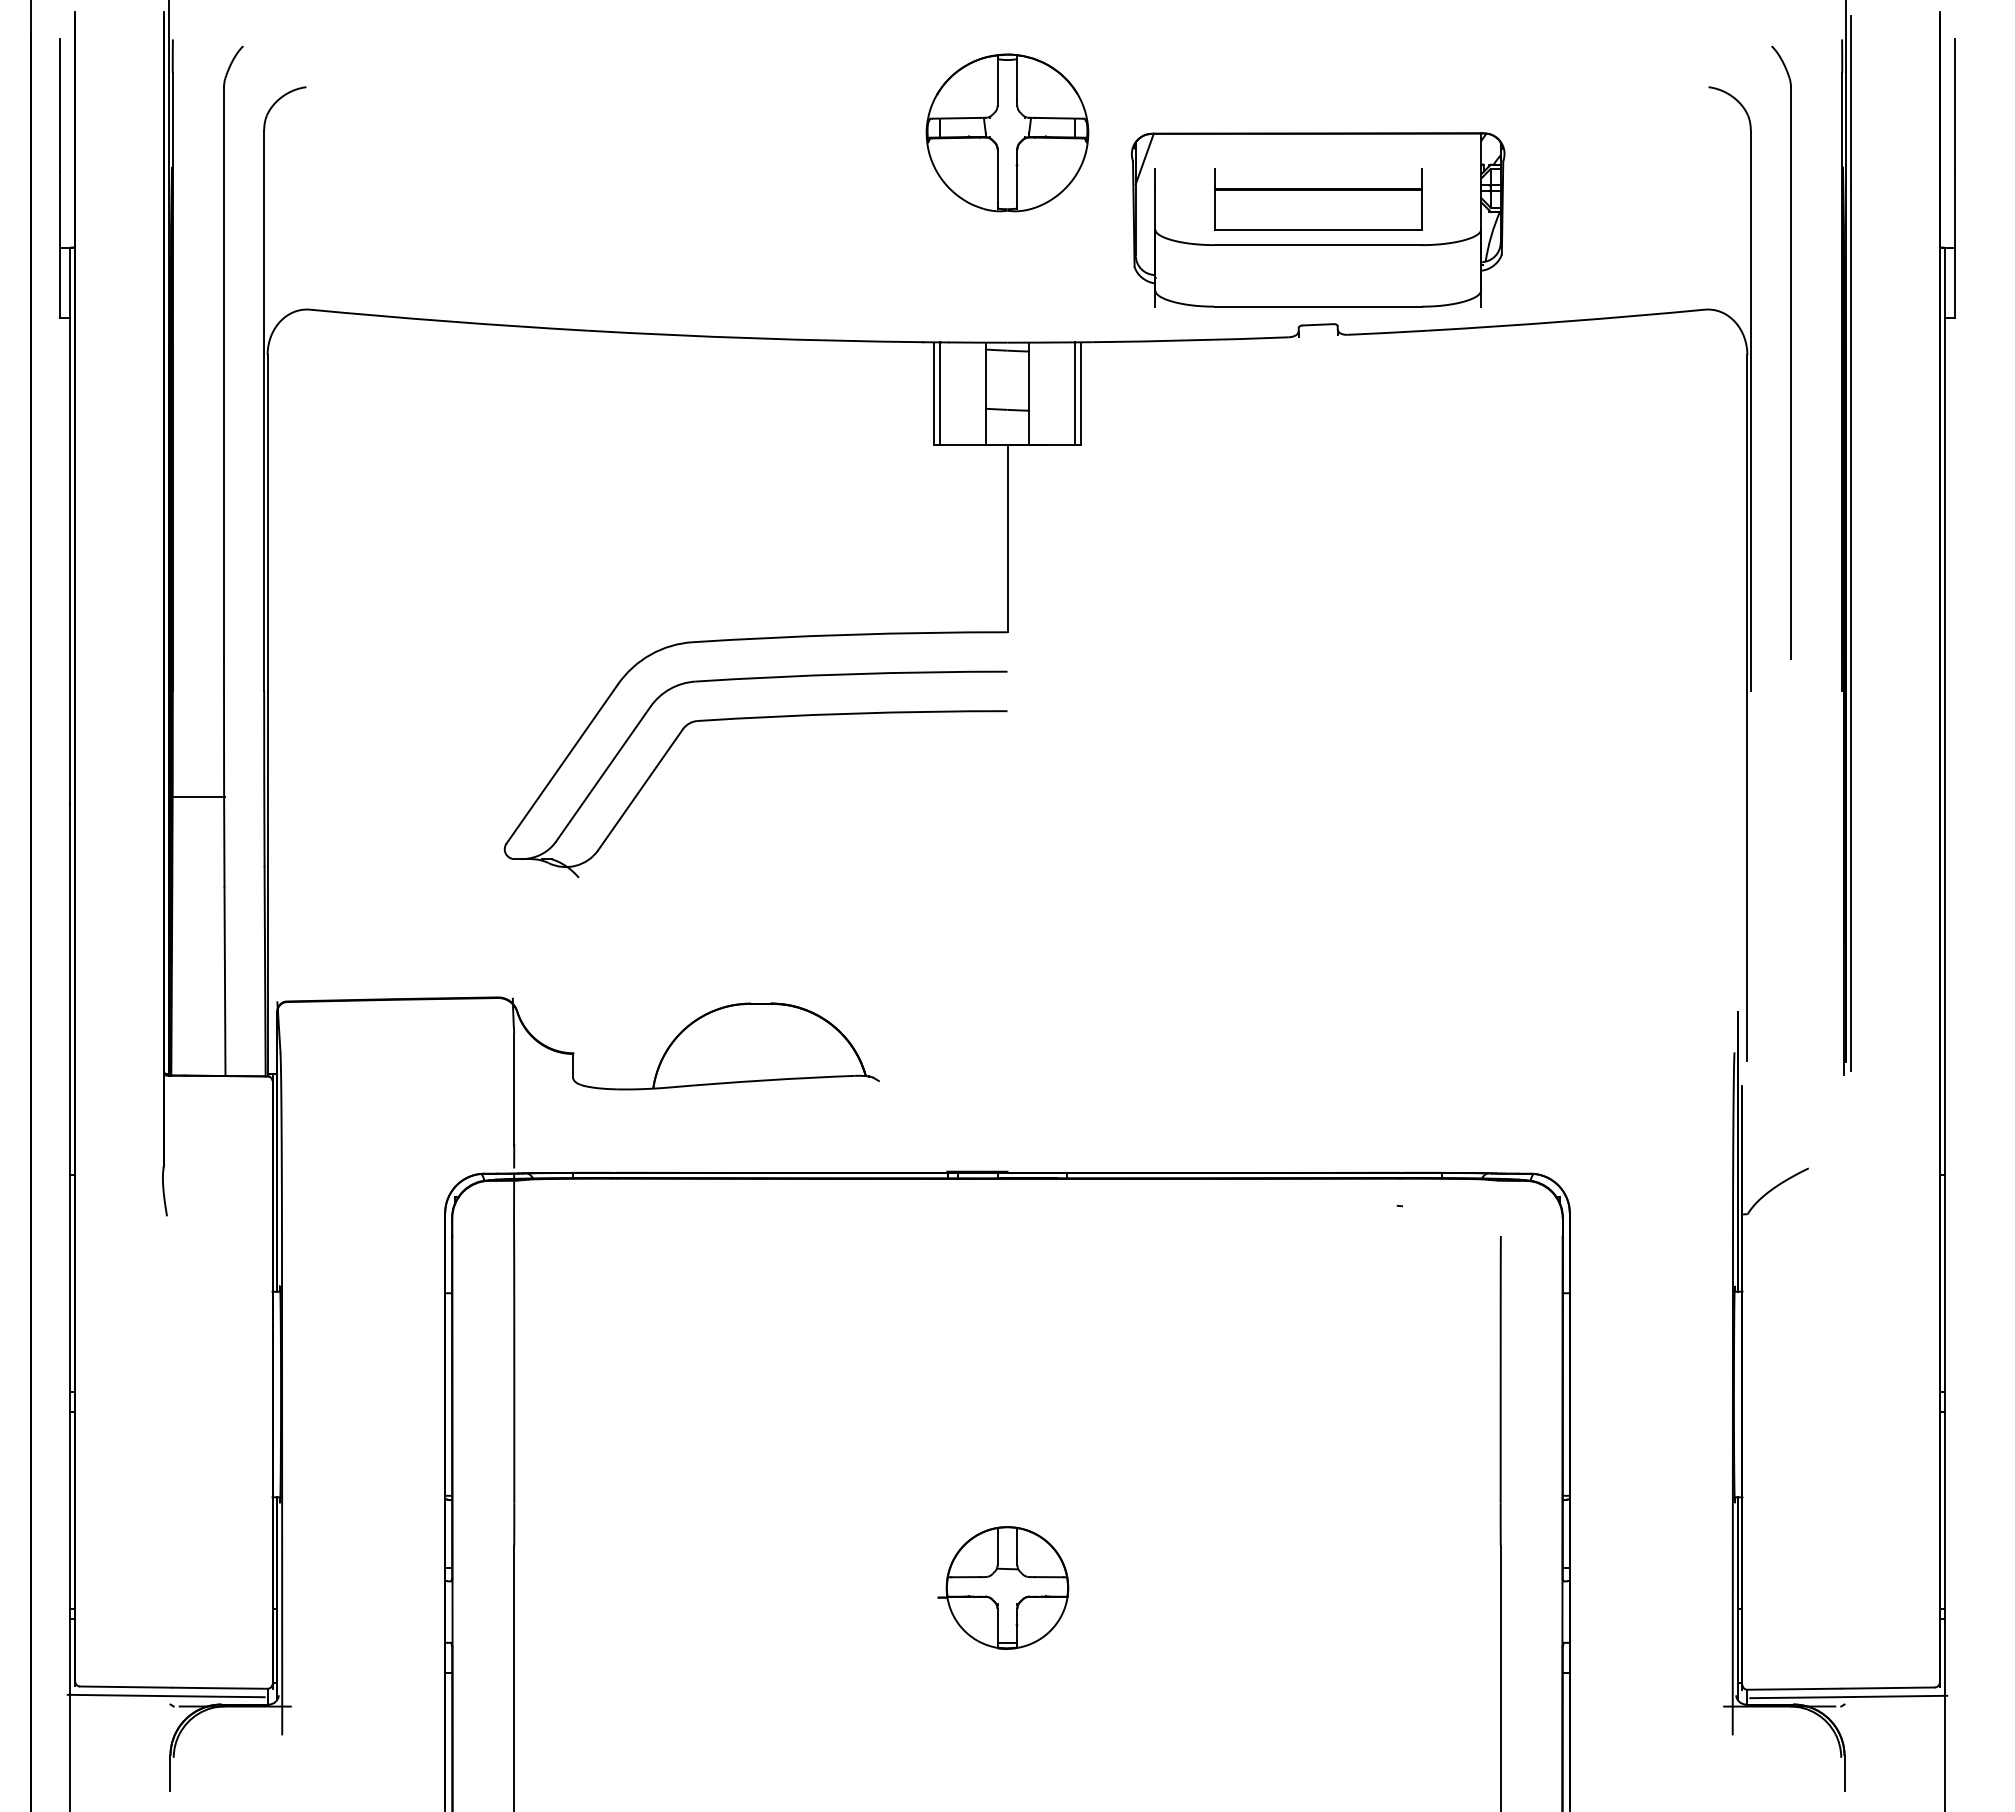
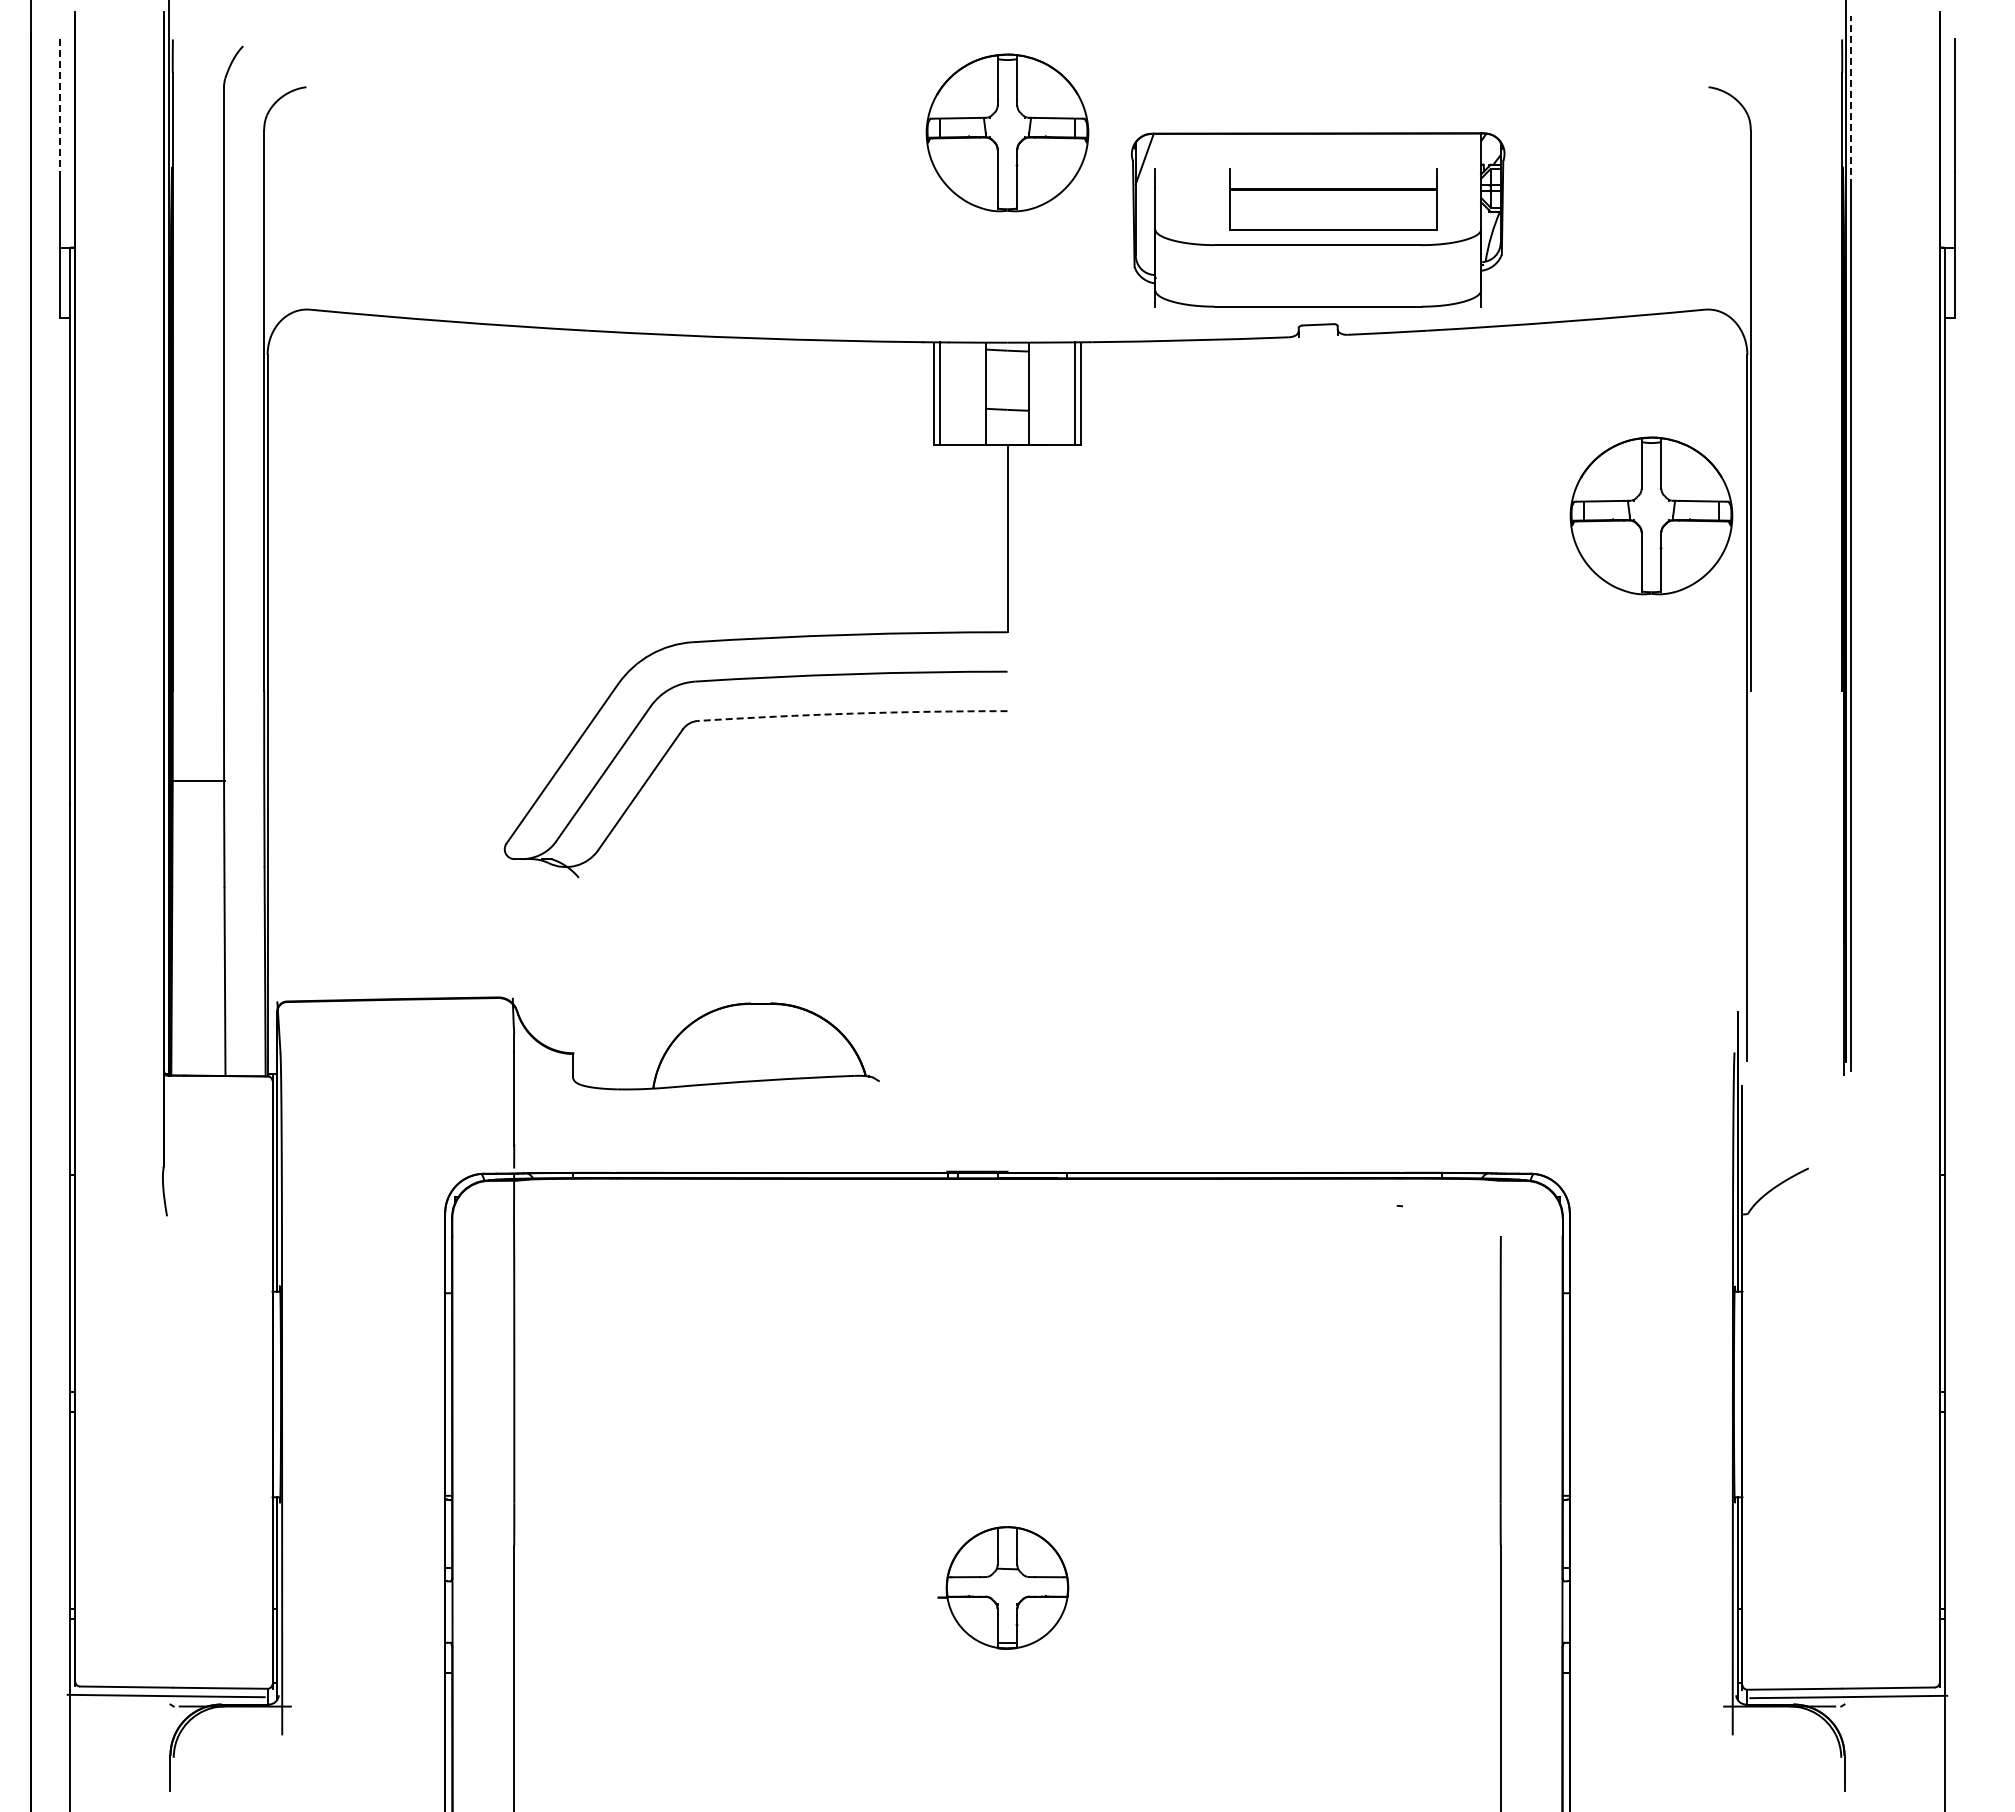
line at (1850, 100): solid -> dashed
line at (60, 105): solid -> dashed
part at (1318, 199) position: (1318, 199) -> (1333, 199)
part at (1790, 352): present -> none
part at (1651, 515): none -> present
arc at (852, 713): solid -> dashed
line at (198, 797) position: (198, 797) -> (198, 781)
